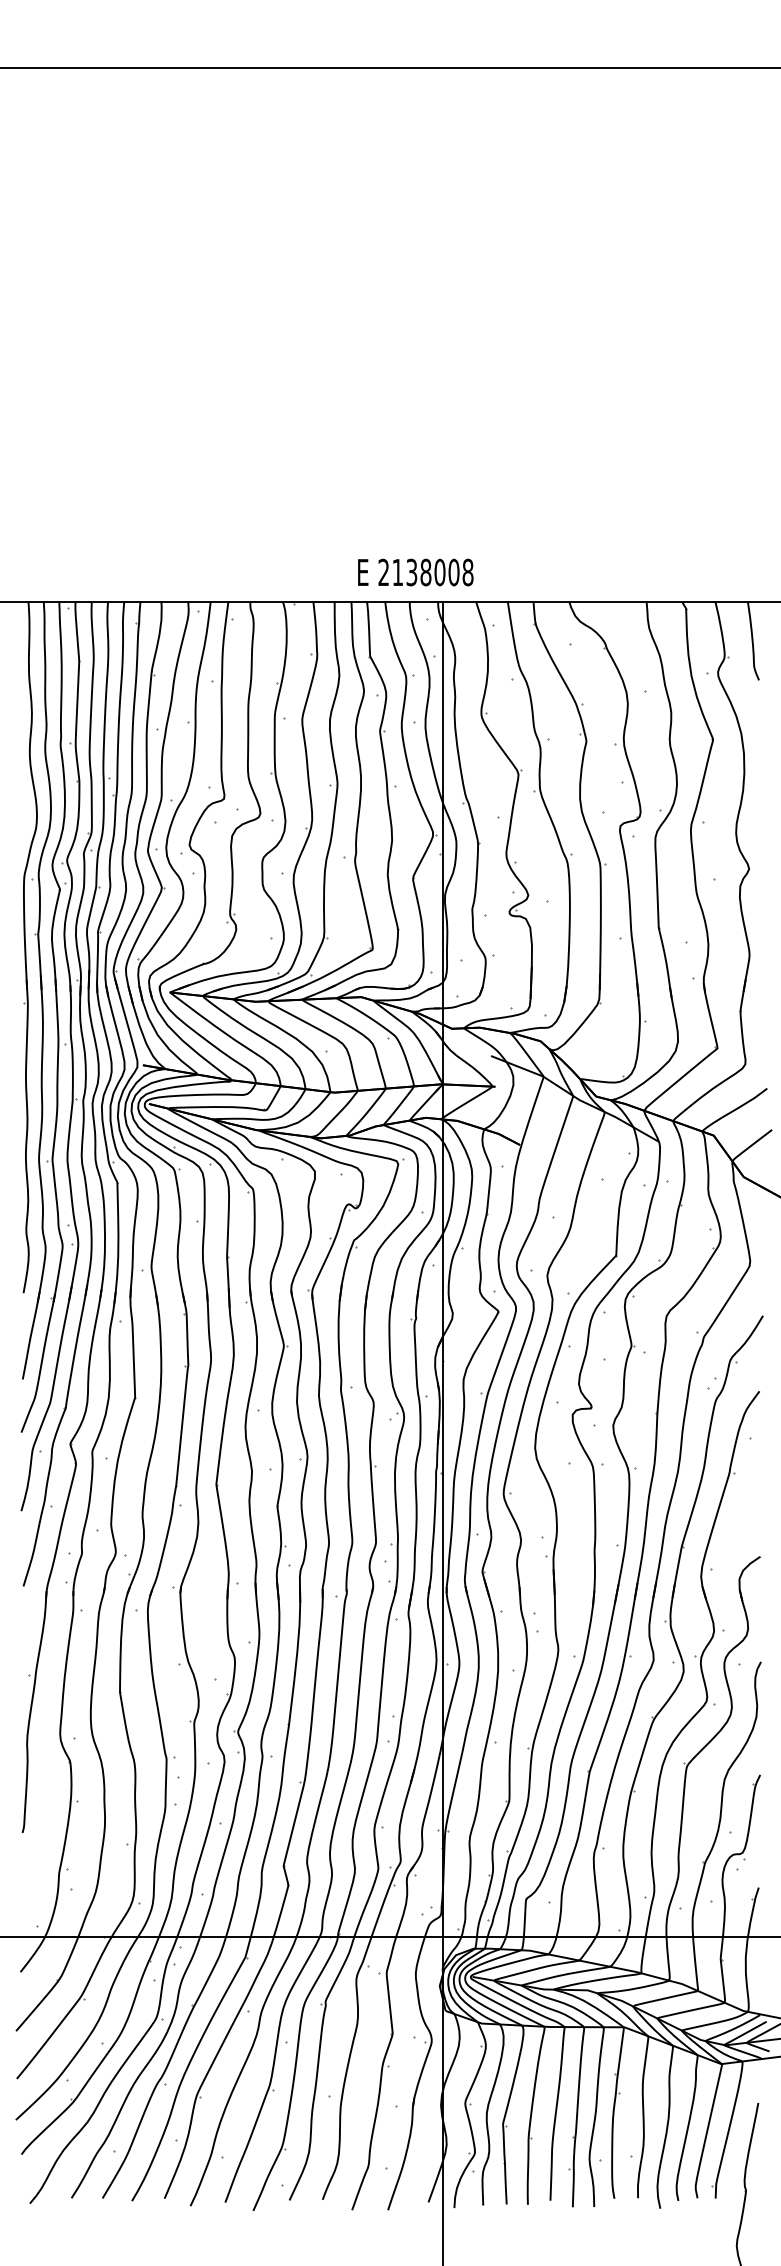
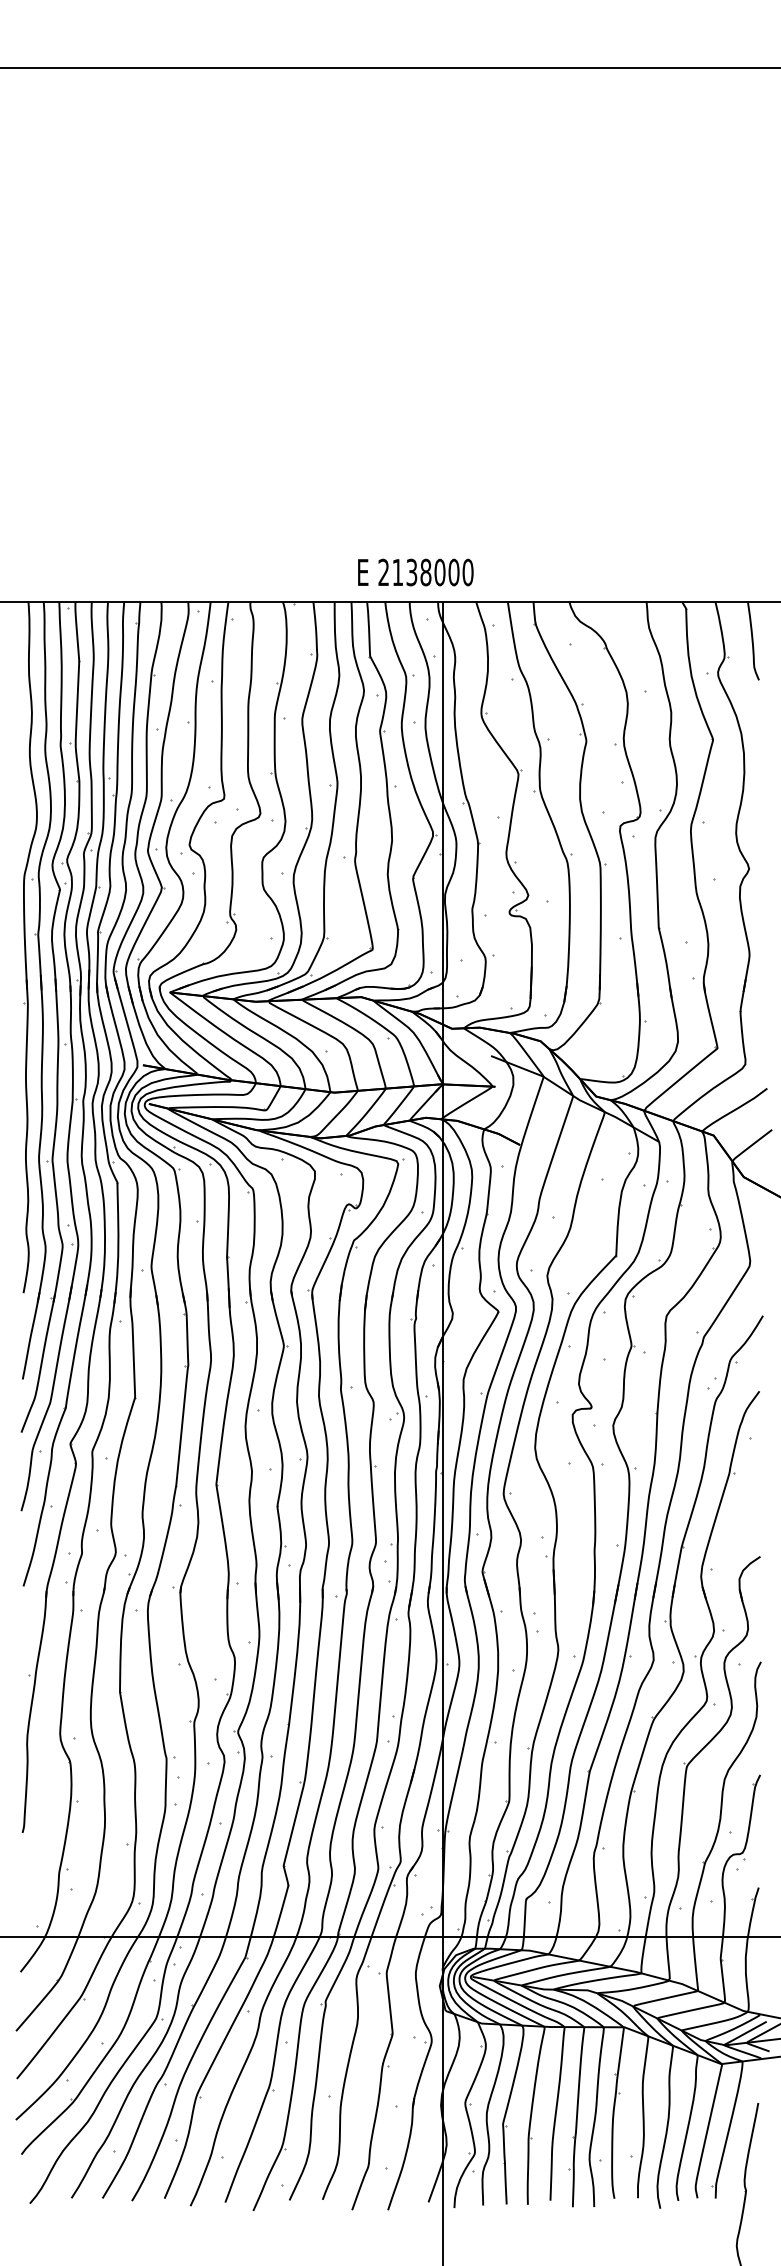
text at (467, 572): 2138008 -> 2138000
